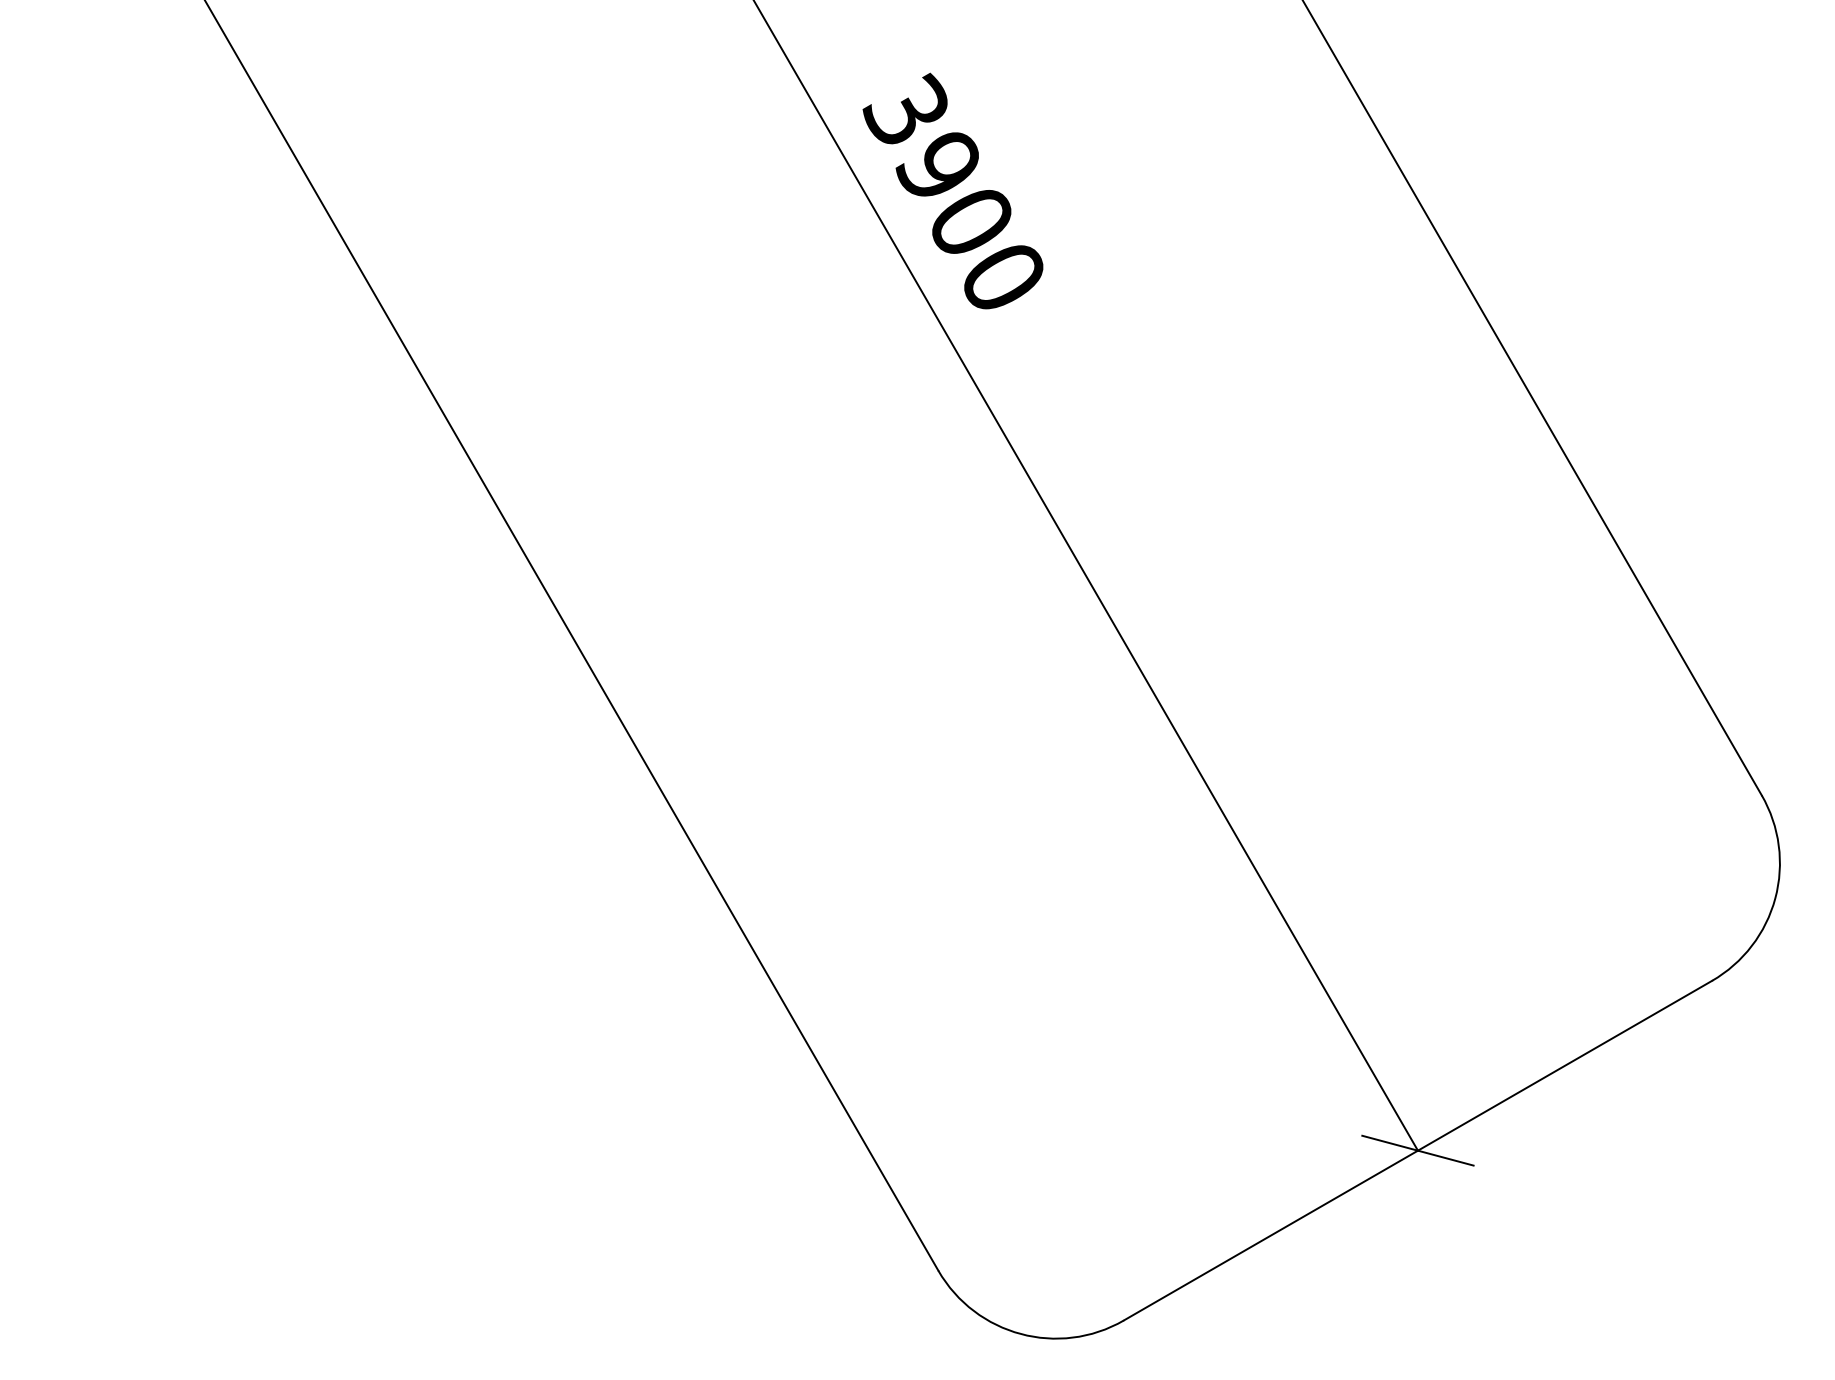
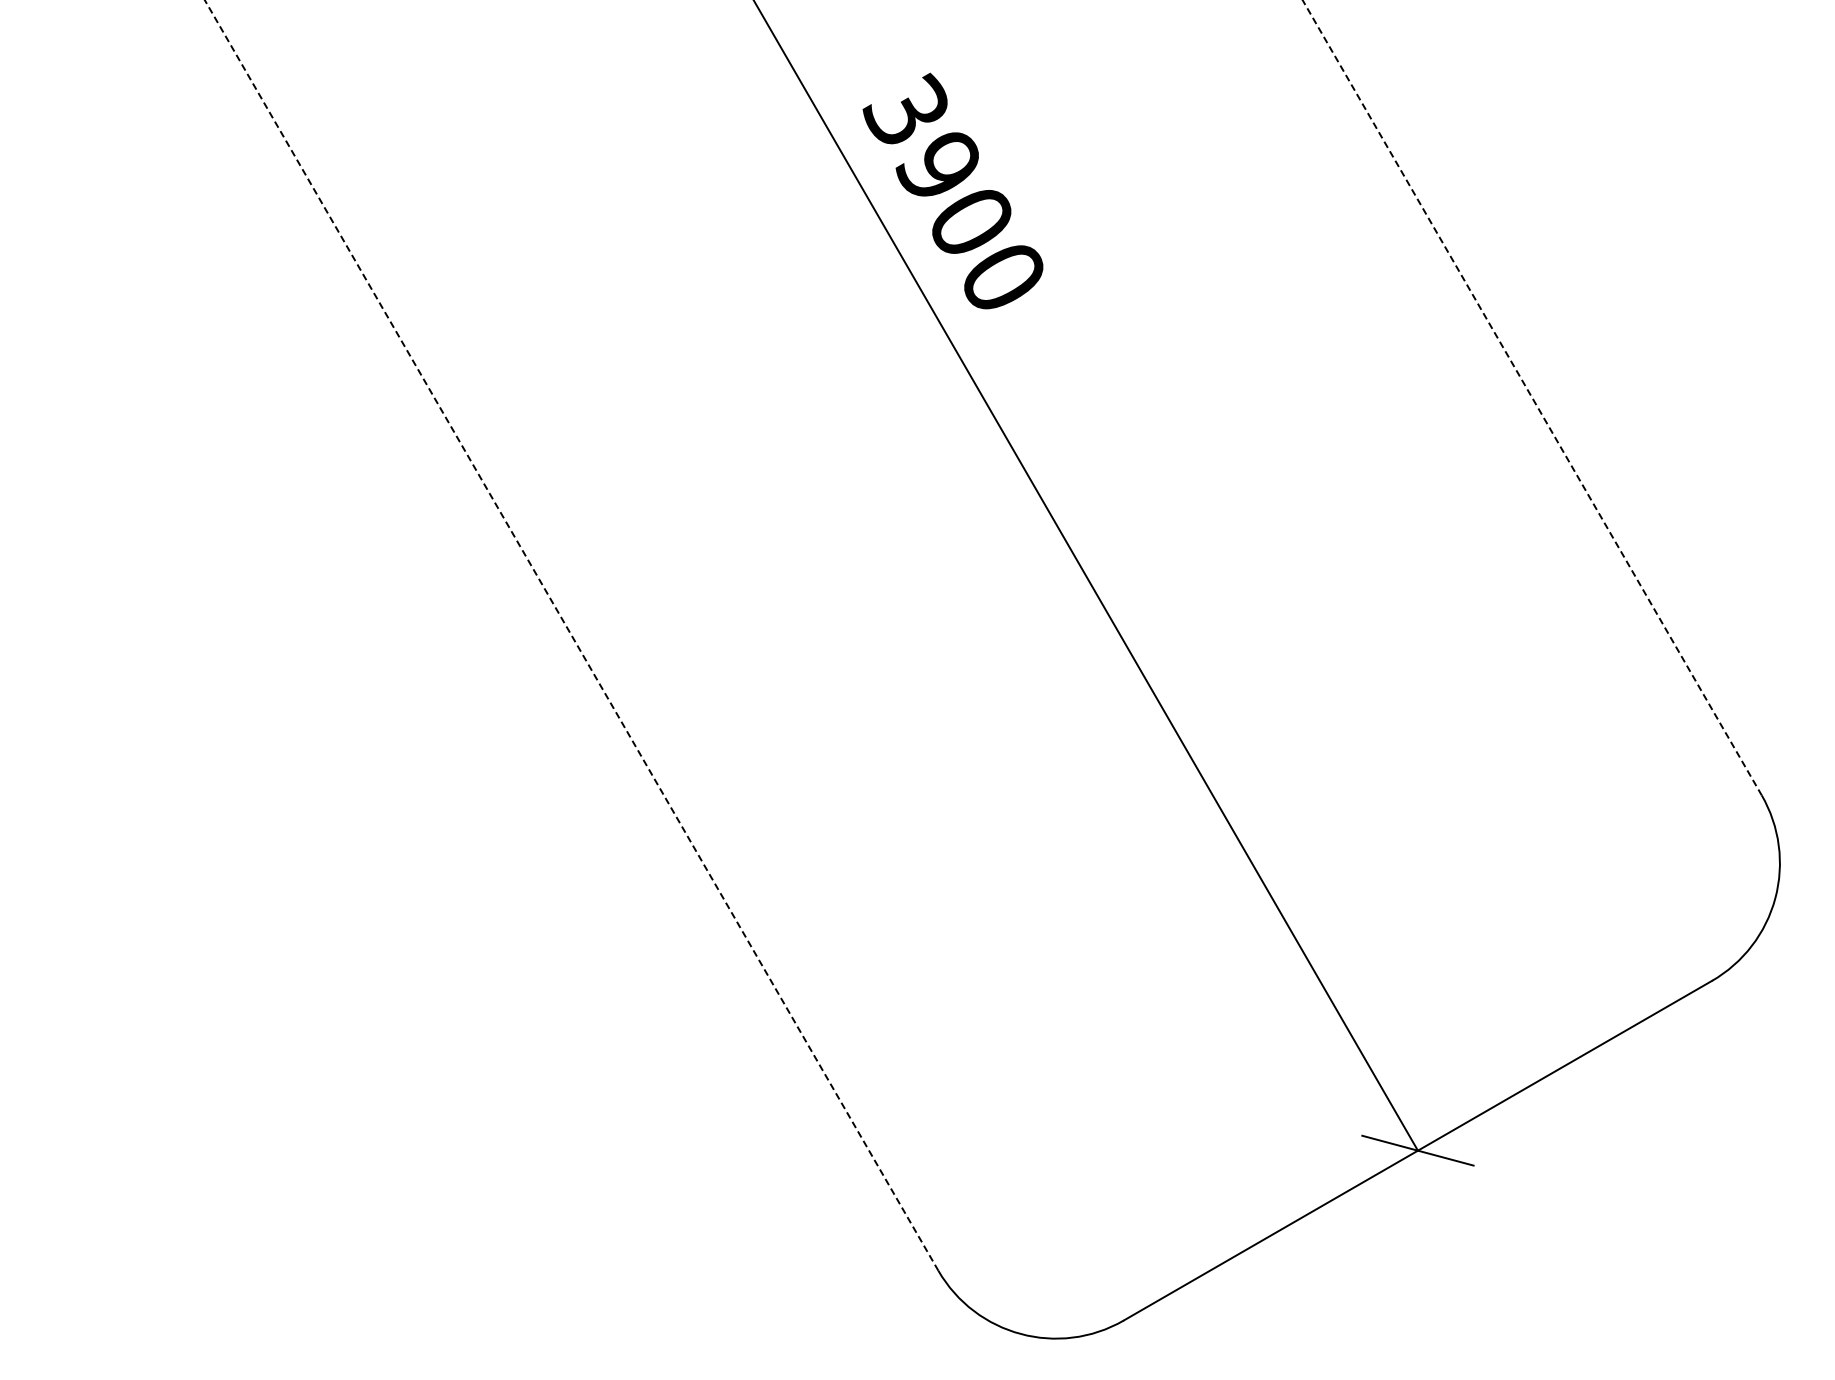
line at (1532, 397): solid -> dashed
line at (571, 635): solid -> dashed
